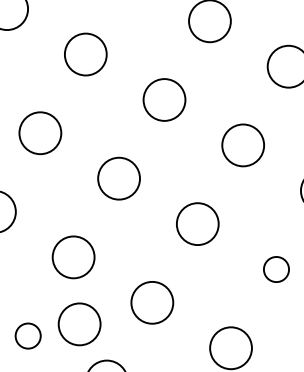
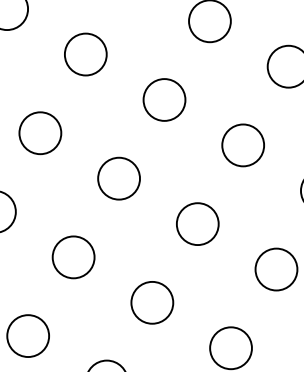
circle at (276, 269) size: 27x27 px -> 45x45 px
circle at (79, 324): present -> none
circle at (27, 335) diameter: 25 px -> 42 px
